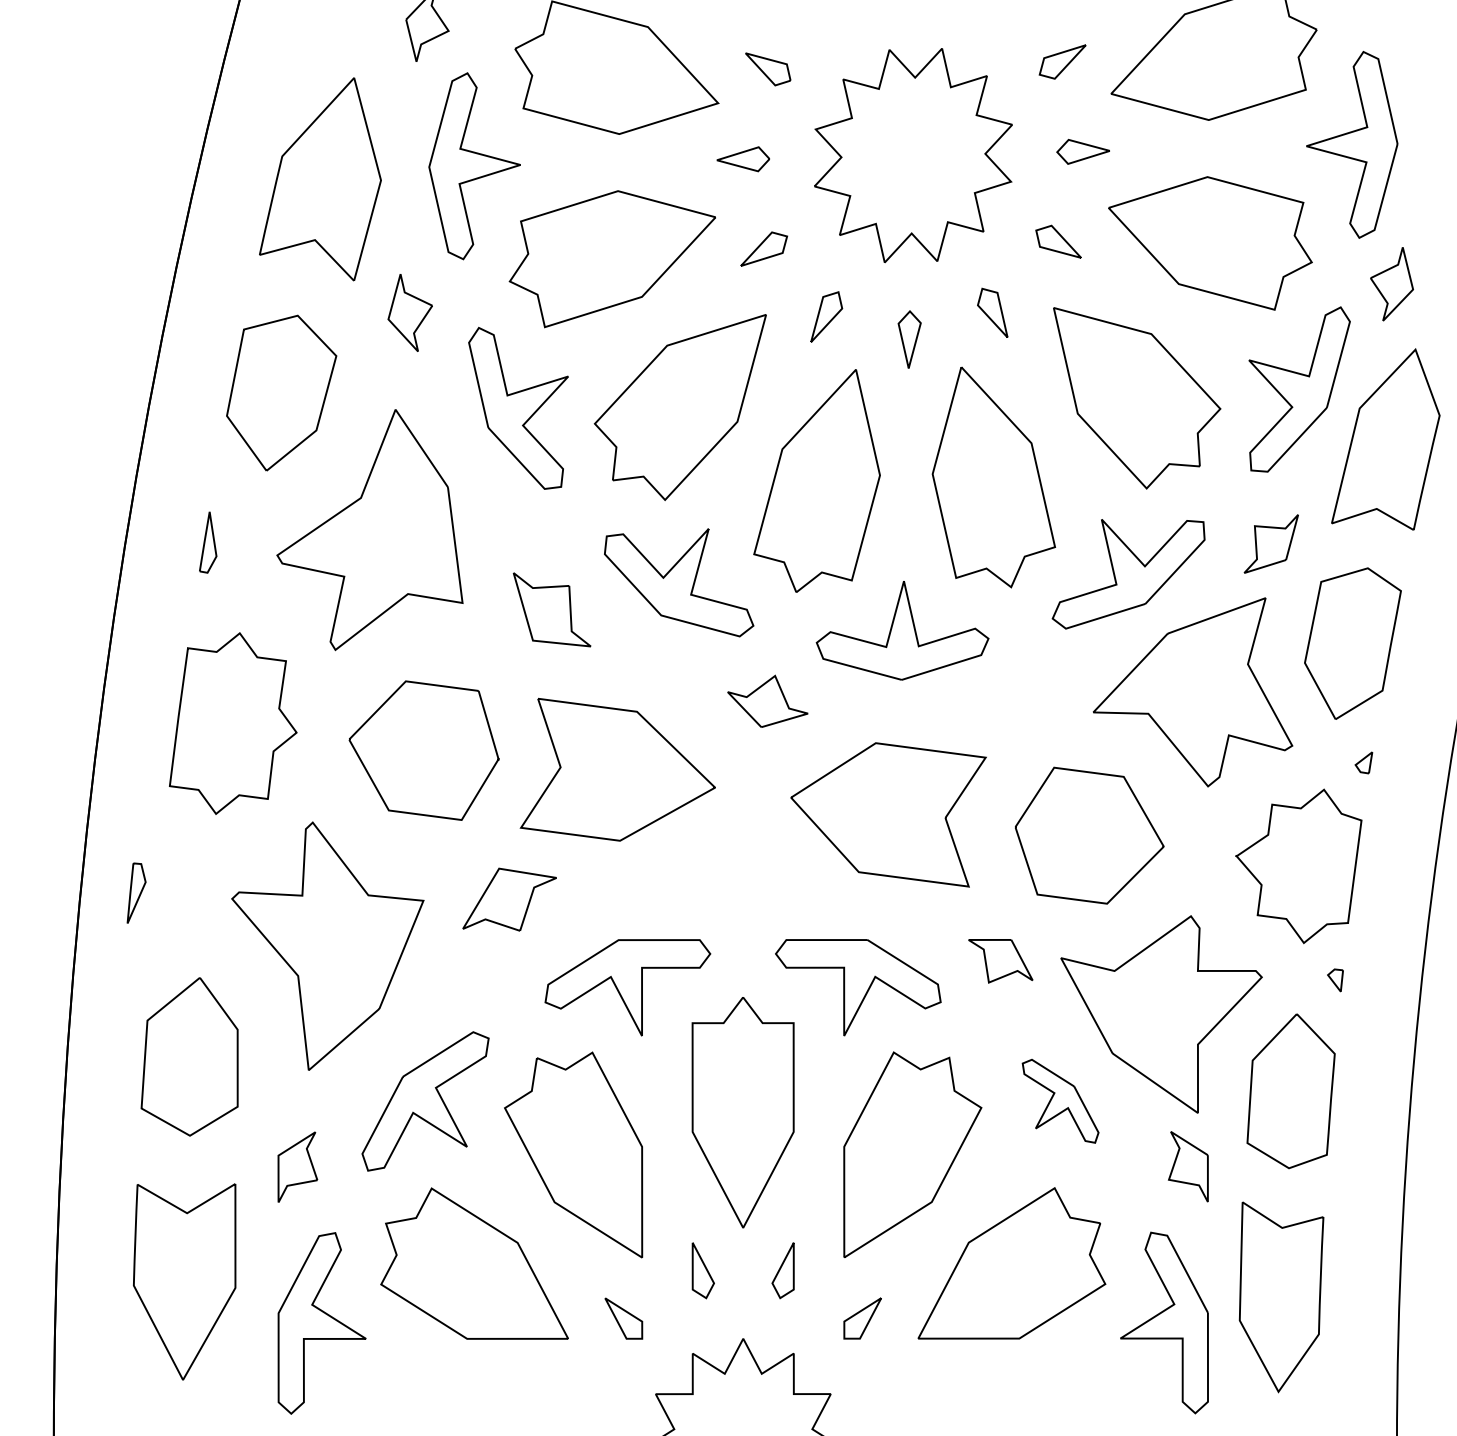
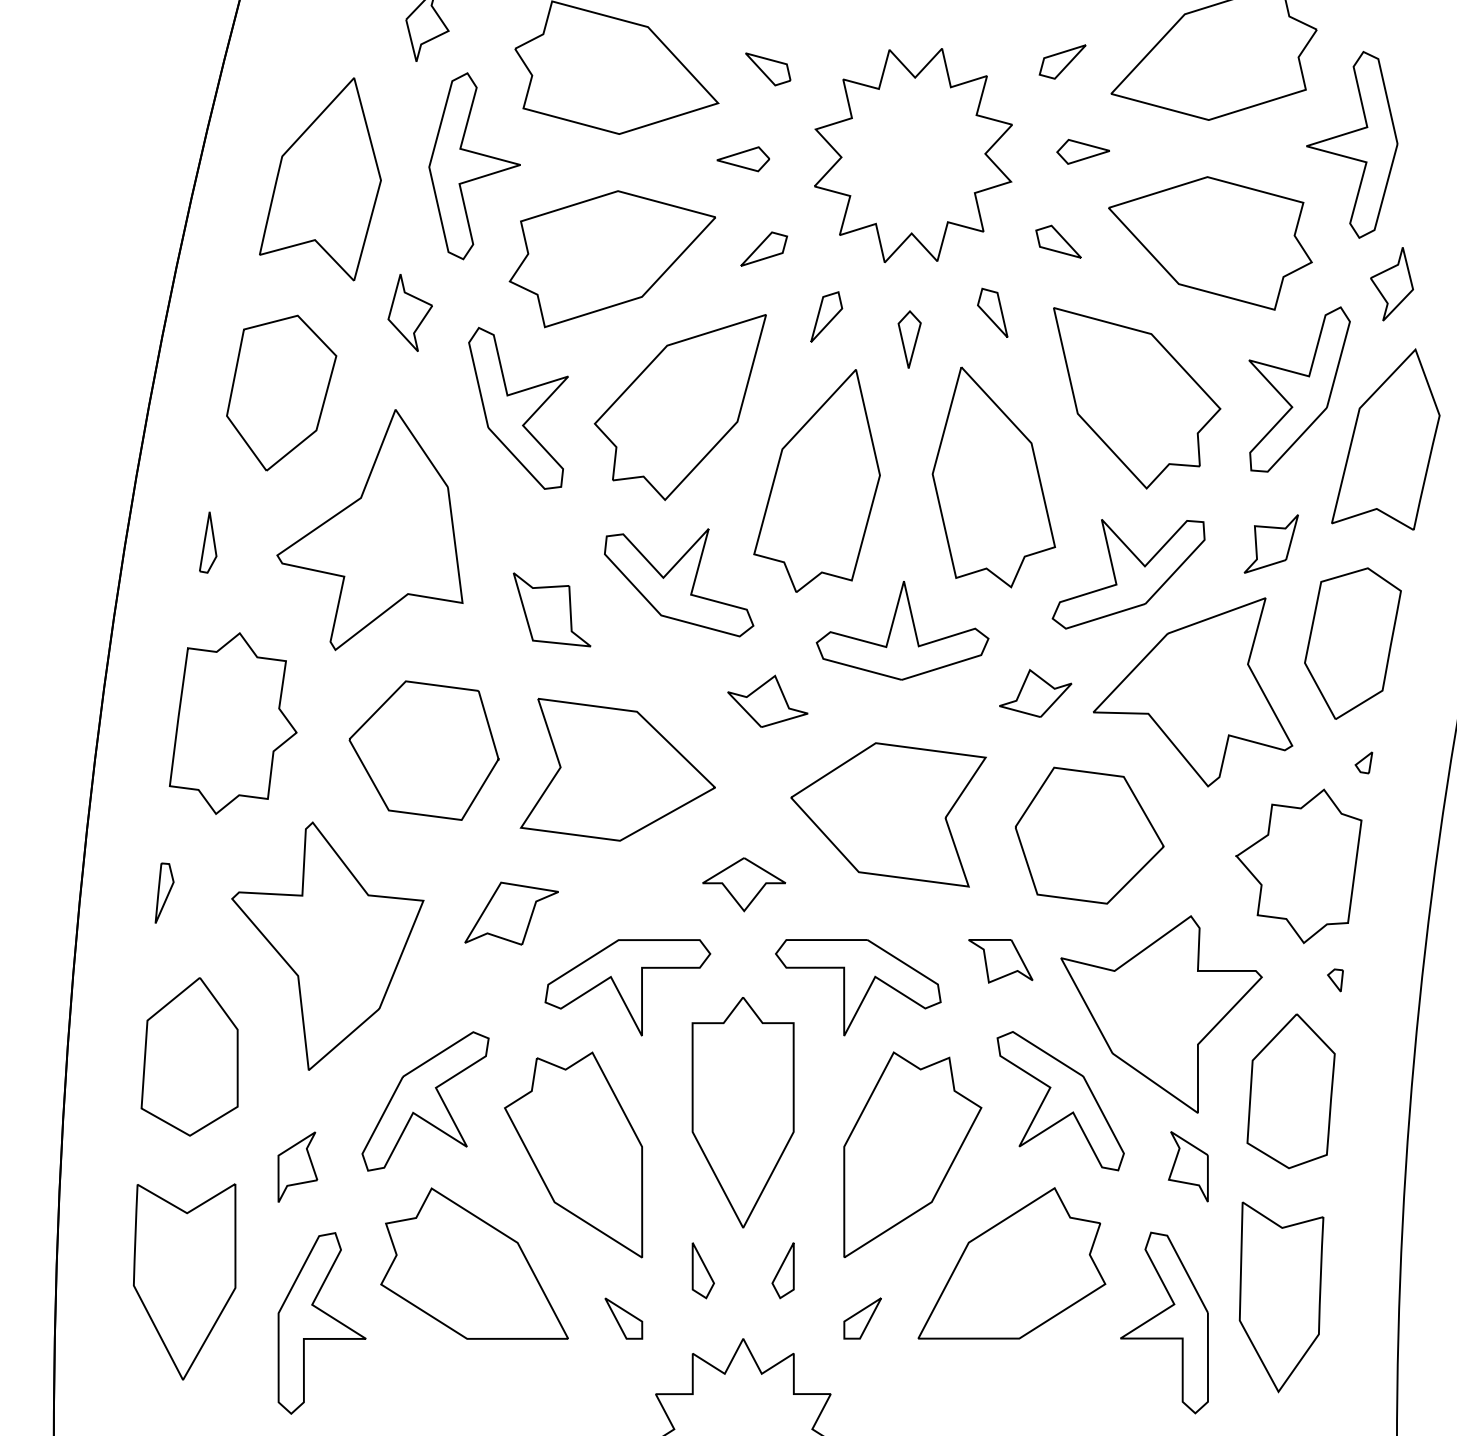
part at (1035, 692): none -> present
part at (744, 884): none -> present
part at (136, 892) position: (136, 892) -> (164, 892)
part at (509, 899) position: (509, 899) -> (511, 913)
part at (1060, 1101) size: 79x85 px -> 129x141 px
